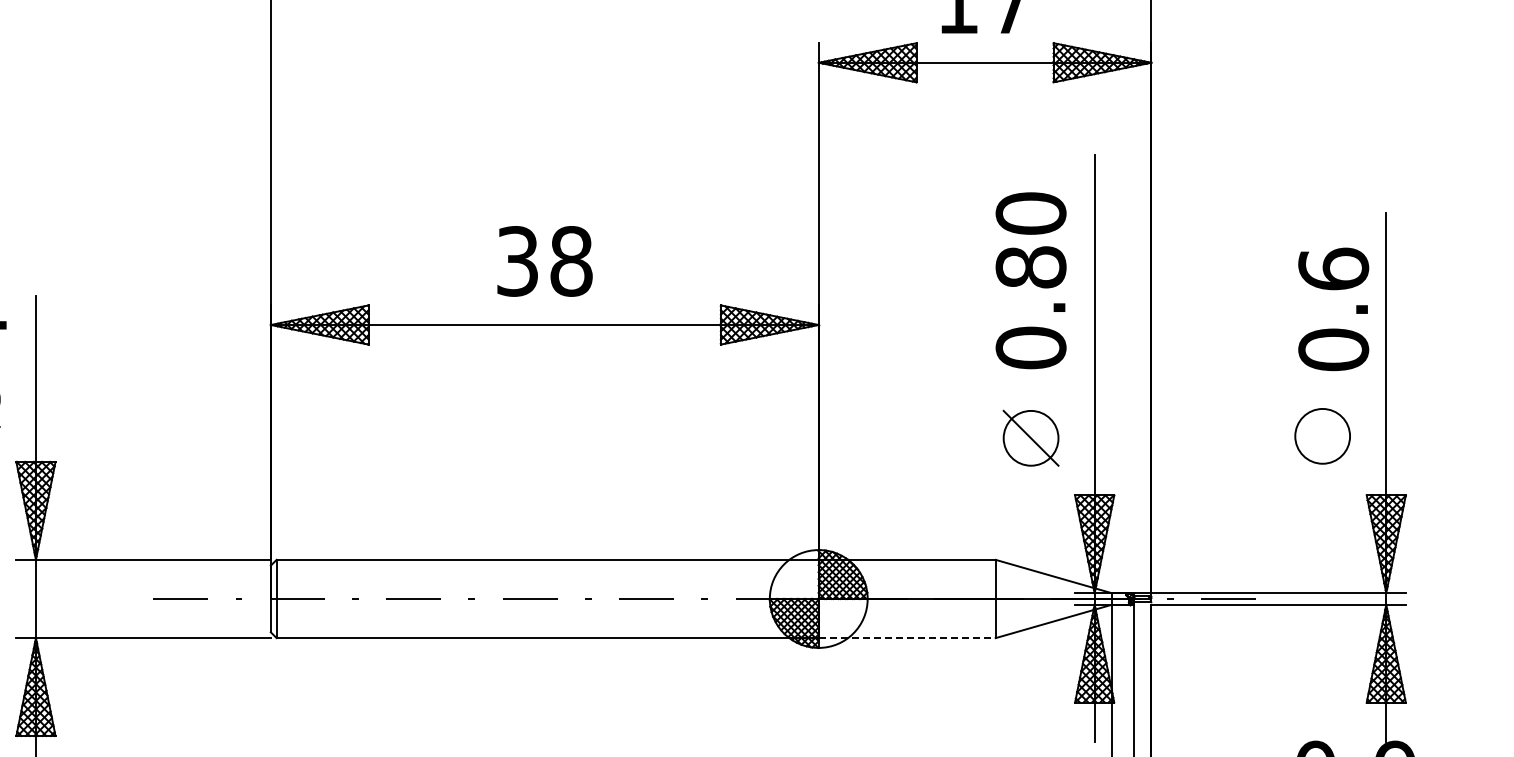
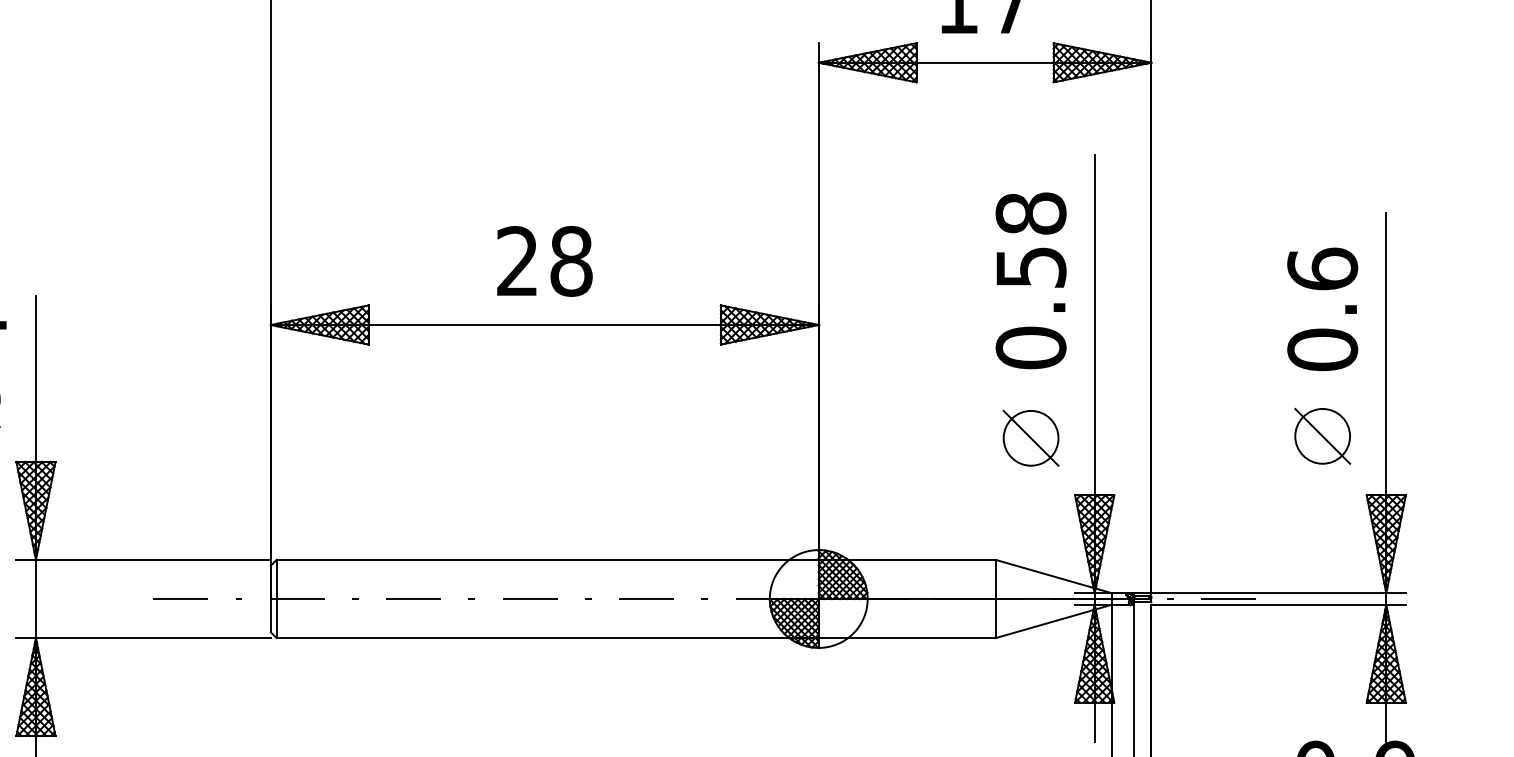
text at (1030, 240): 0.80 -> 0.58
text at (517, 261): 38 -> 28
text at (1333, 309) position: (1333, 309) -> (1322, 309)
line at (1322, 435): none -> present
line at (907, 638): dashed -> solid
